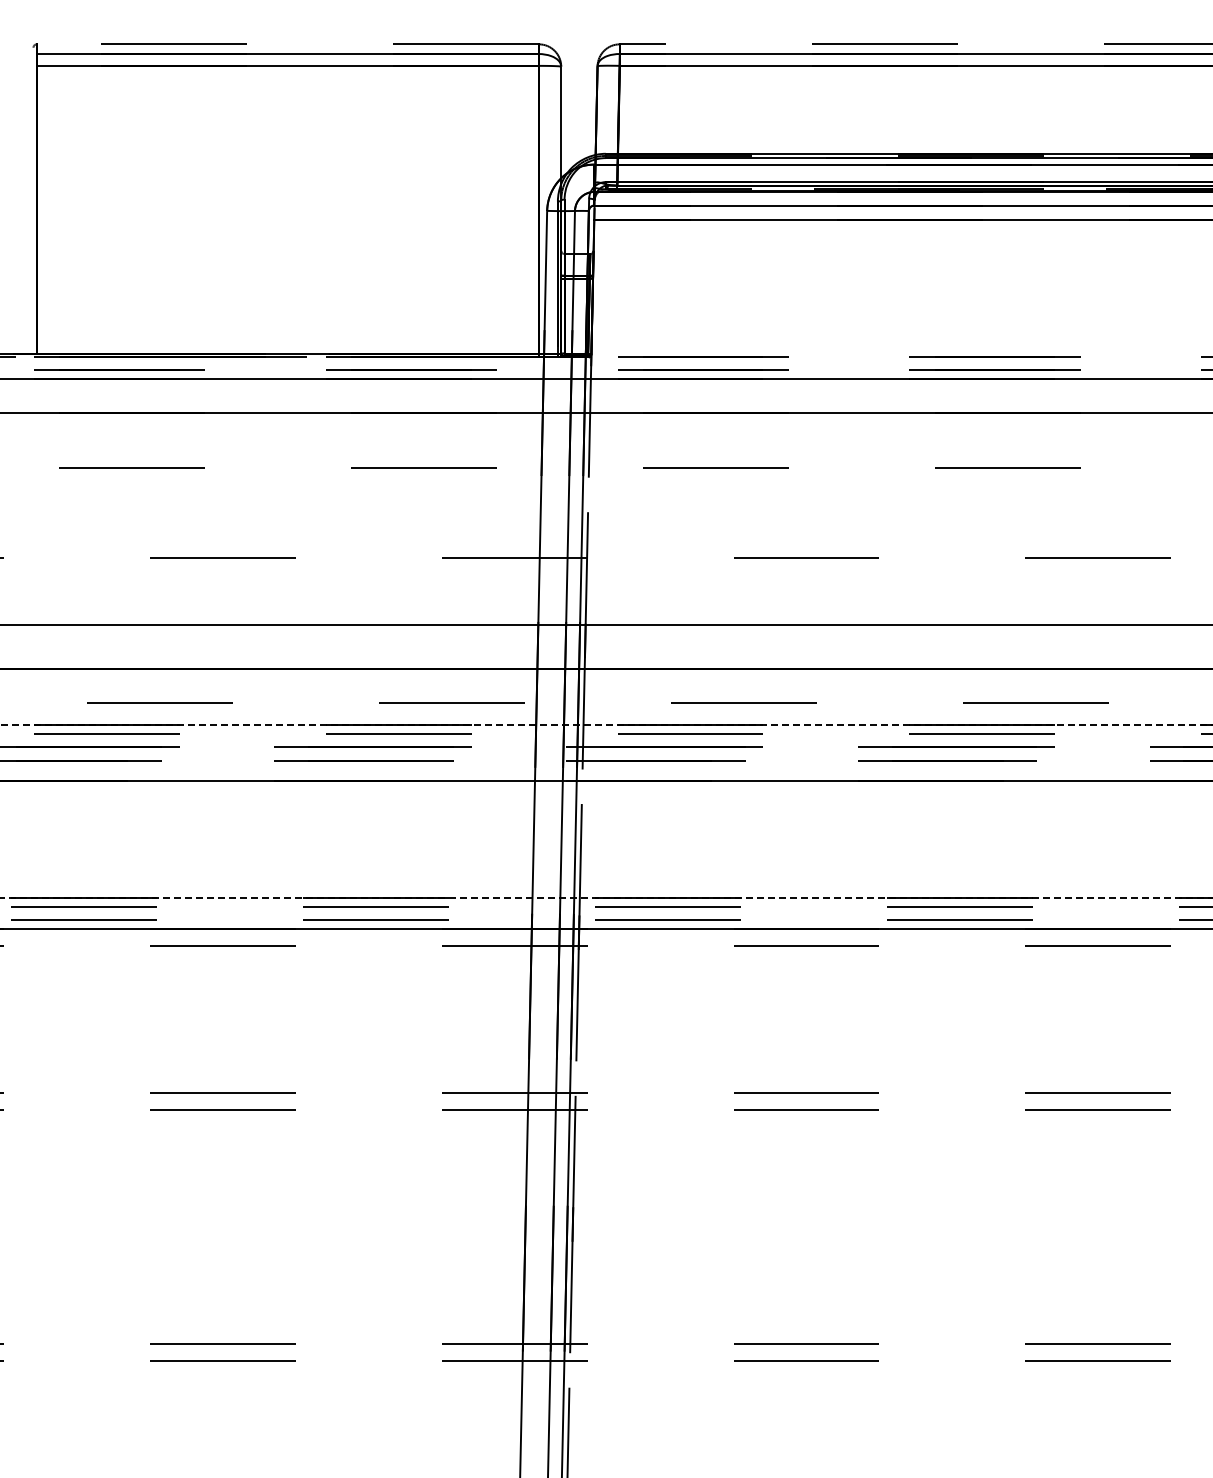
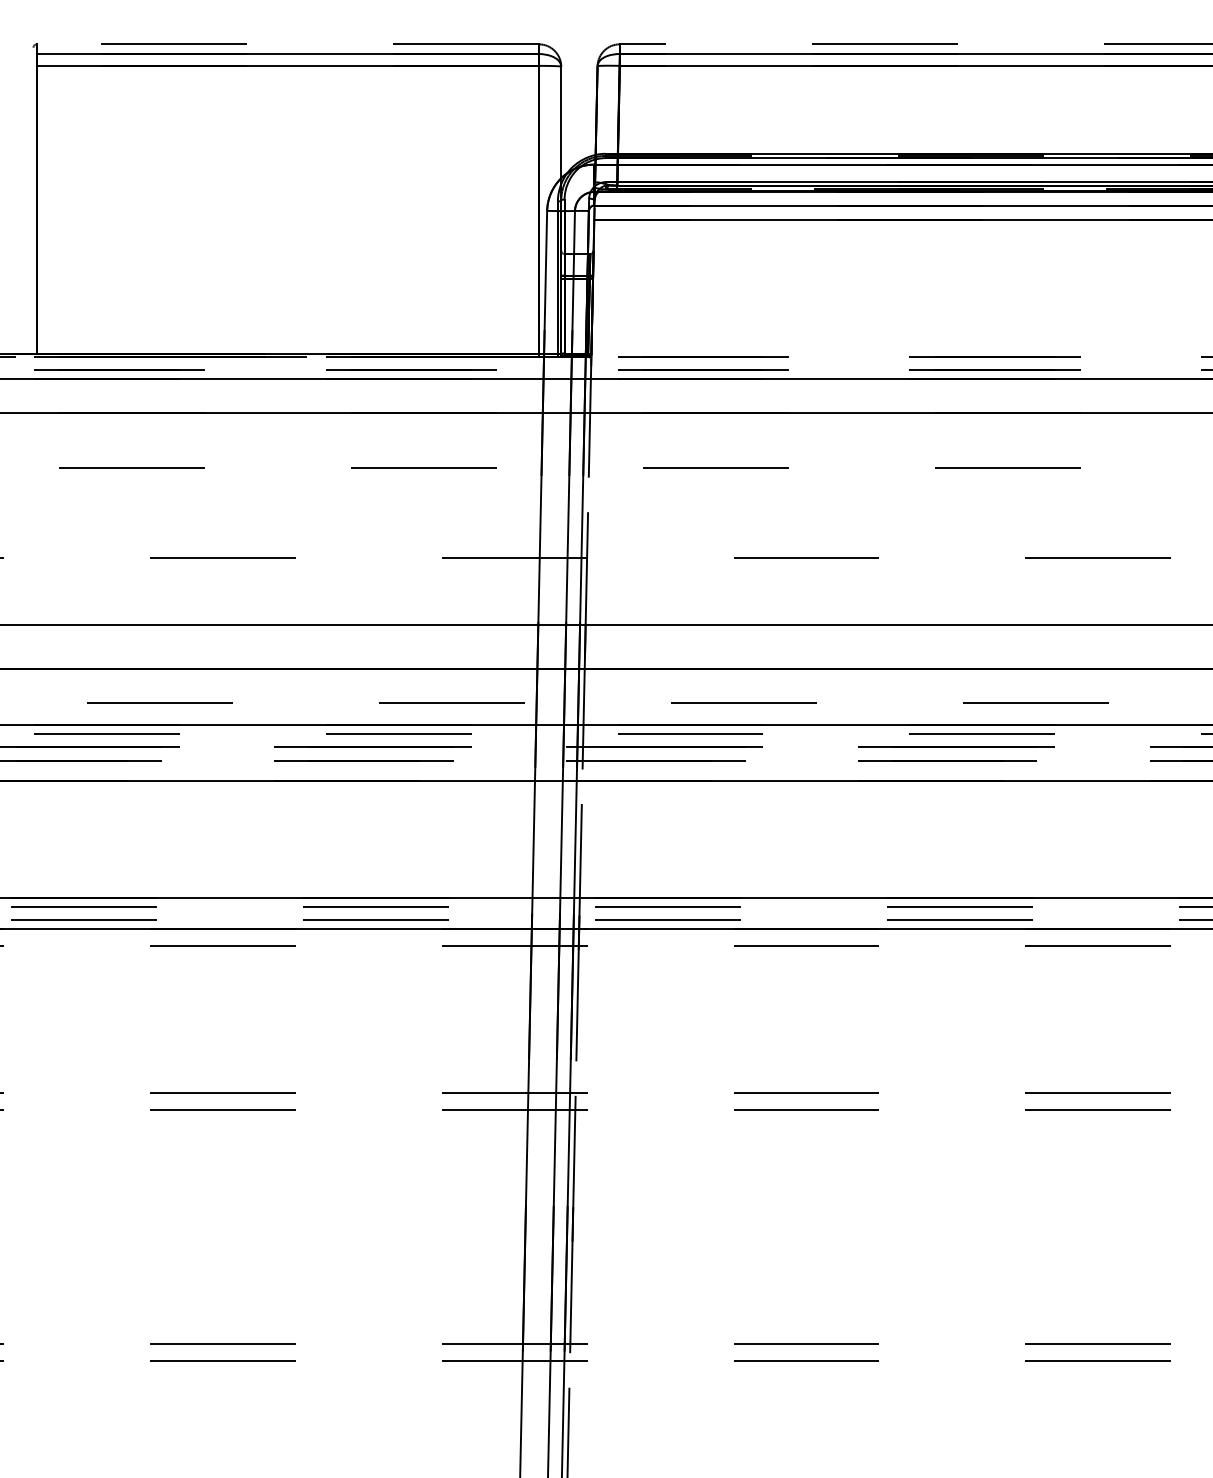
line at (605, 725): dashed -> solid
line at (607, 898): dashed -> solid
